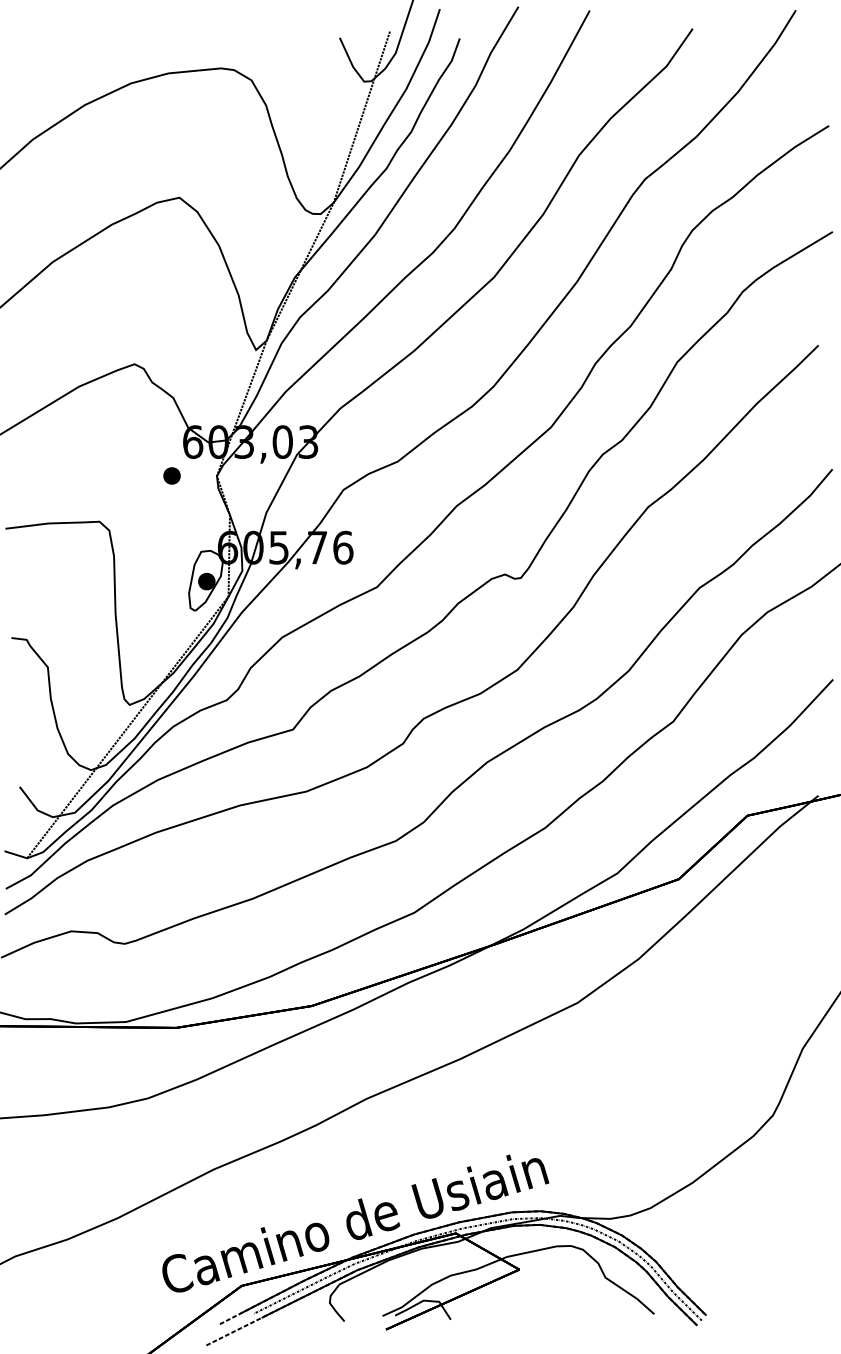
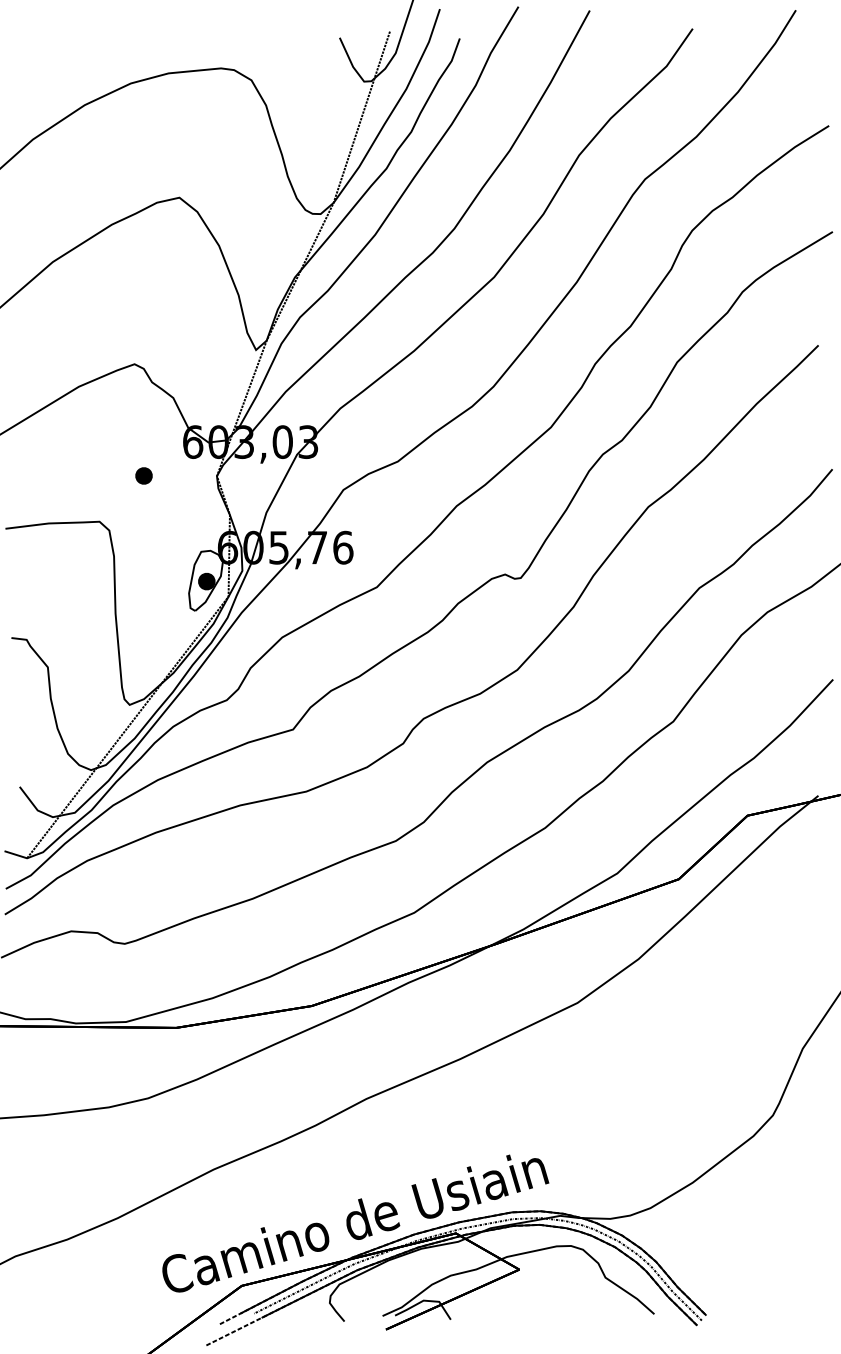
part at (171, 475) position: (171, 475) -> (143, 475)
